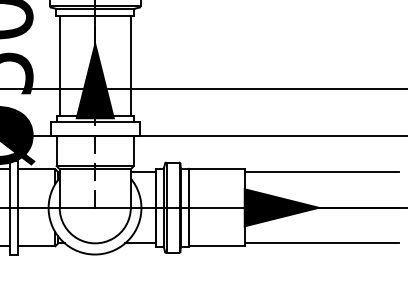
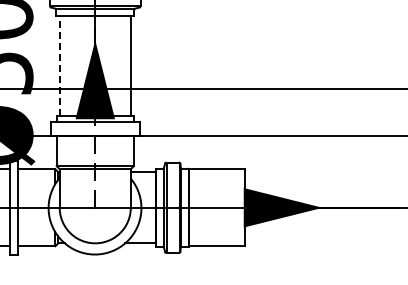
line at (59, 66): solid -> dashed
line at (321, 172): present -> none
line at (321, 243): present -> none
